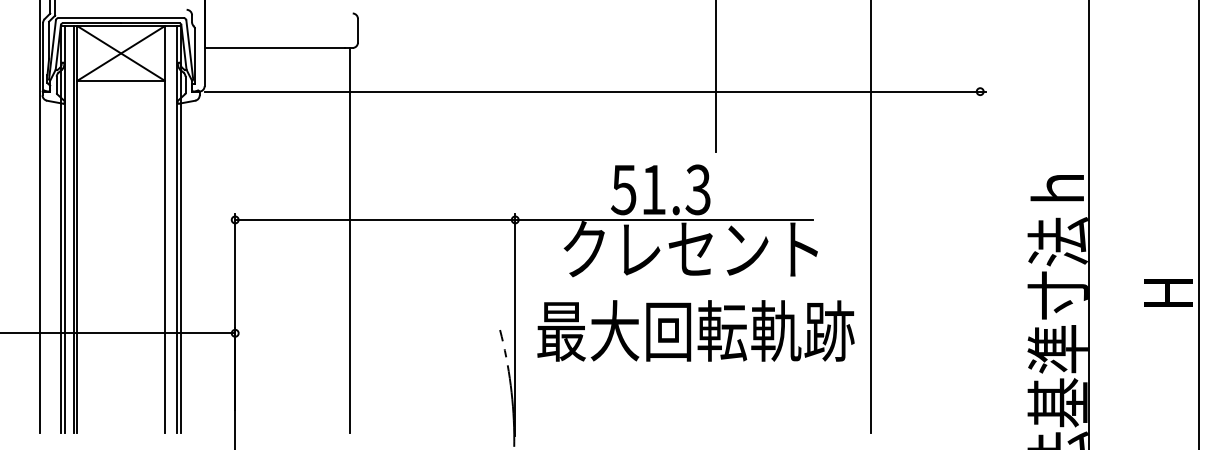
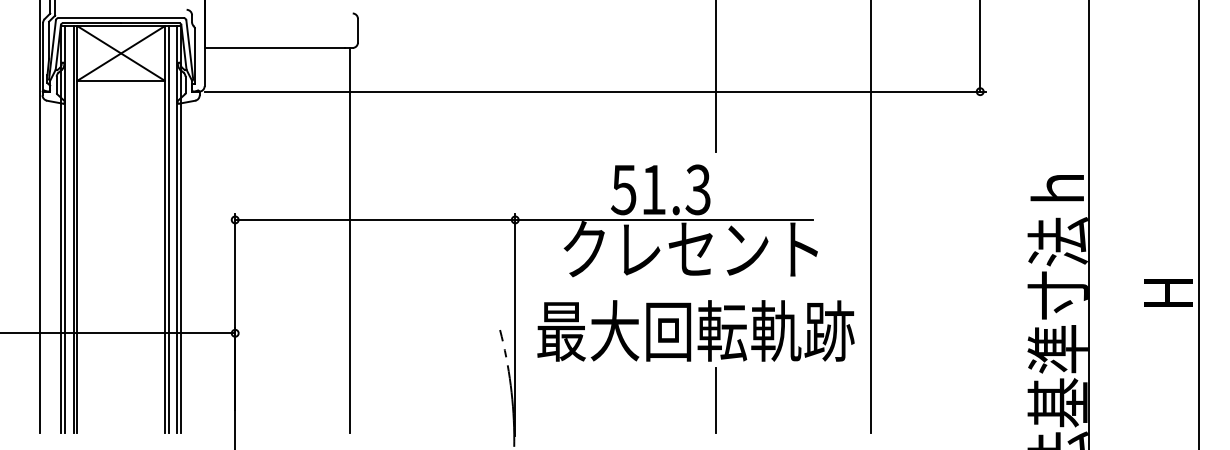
line at (980, 46): none -> present
line at (168, 229): none -> present
line at (715, 400): none -> present
